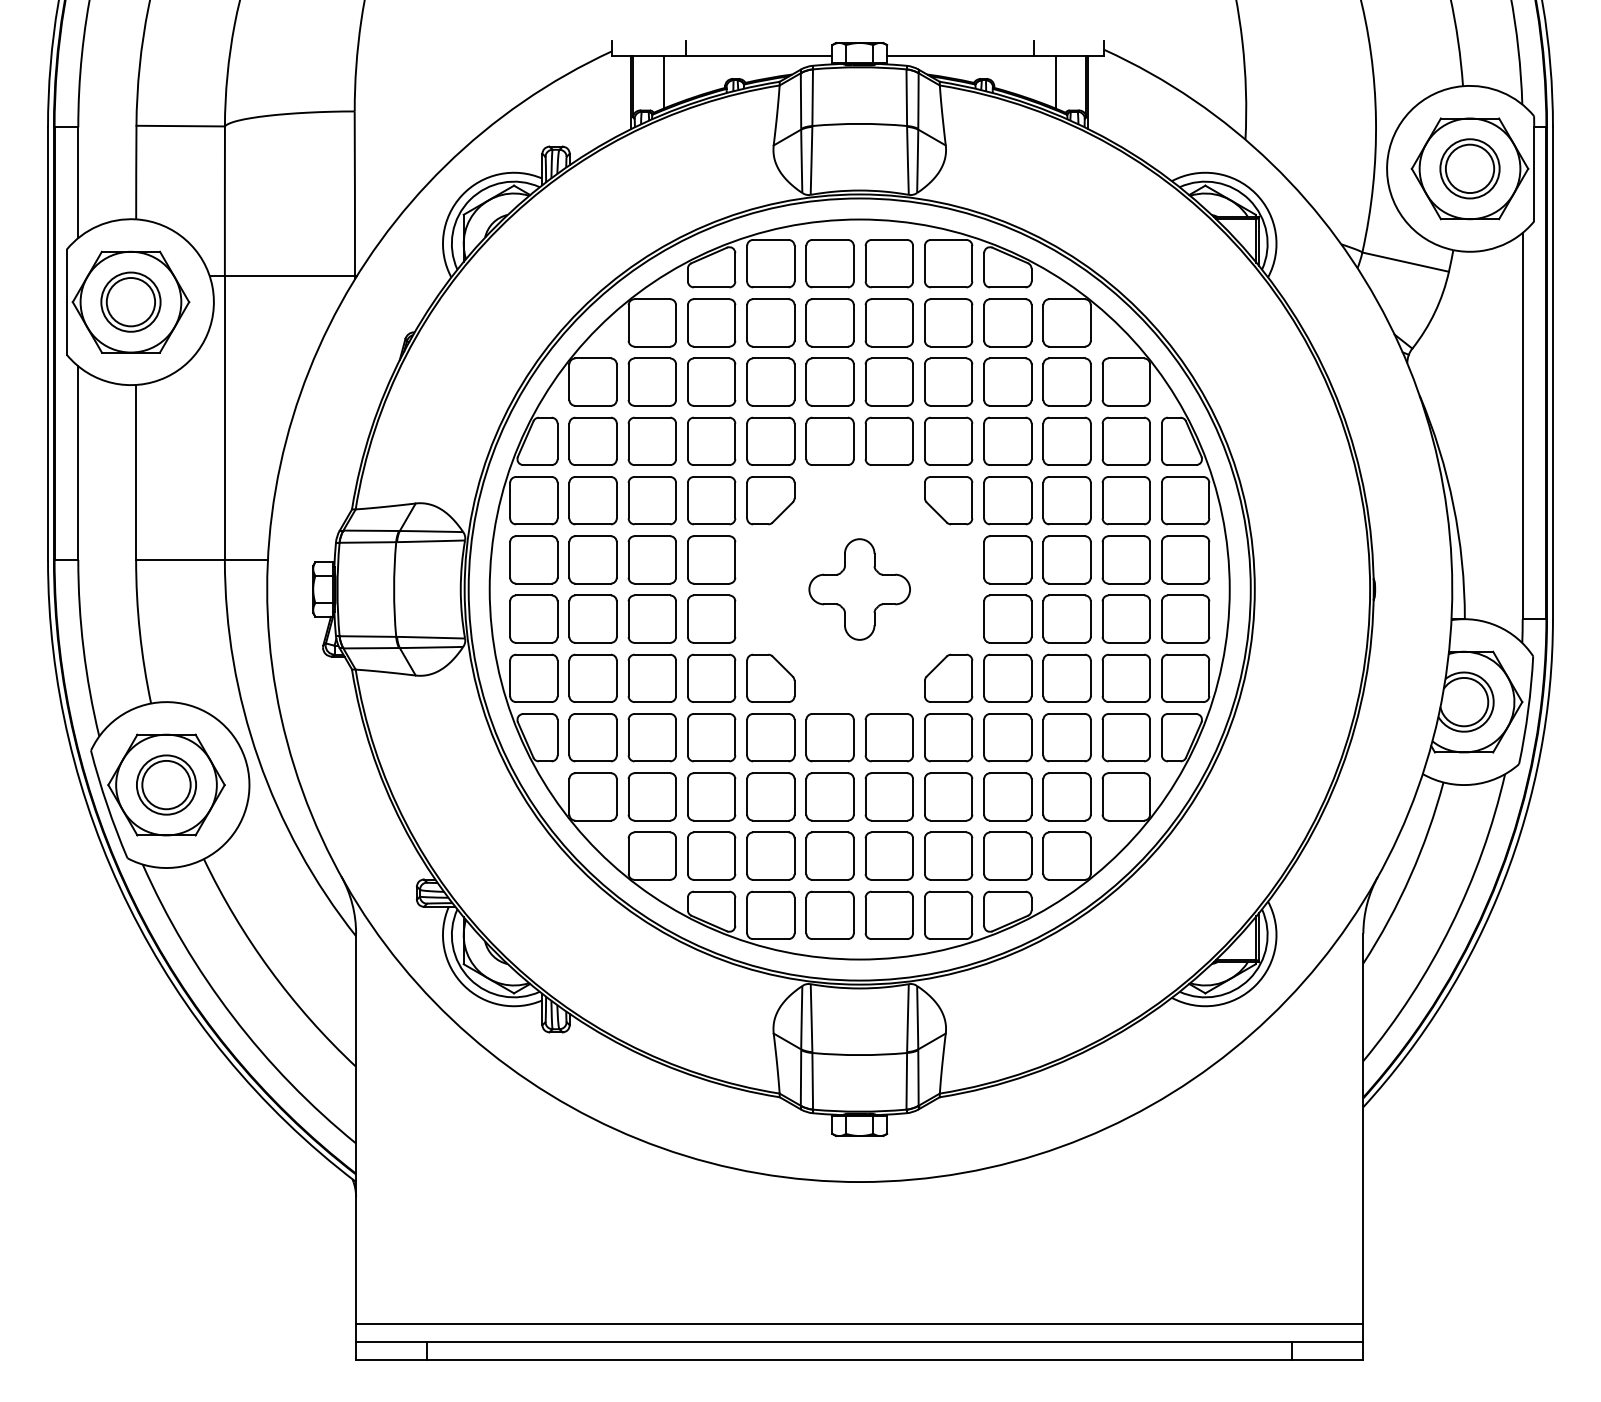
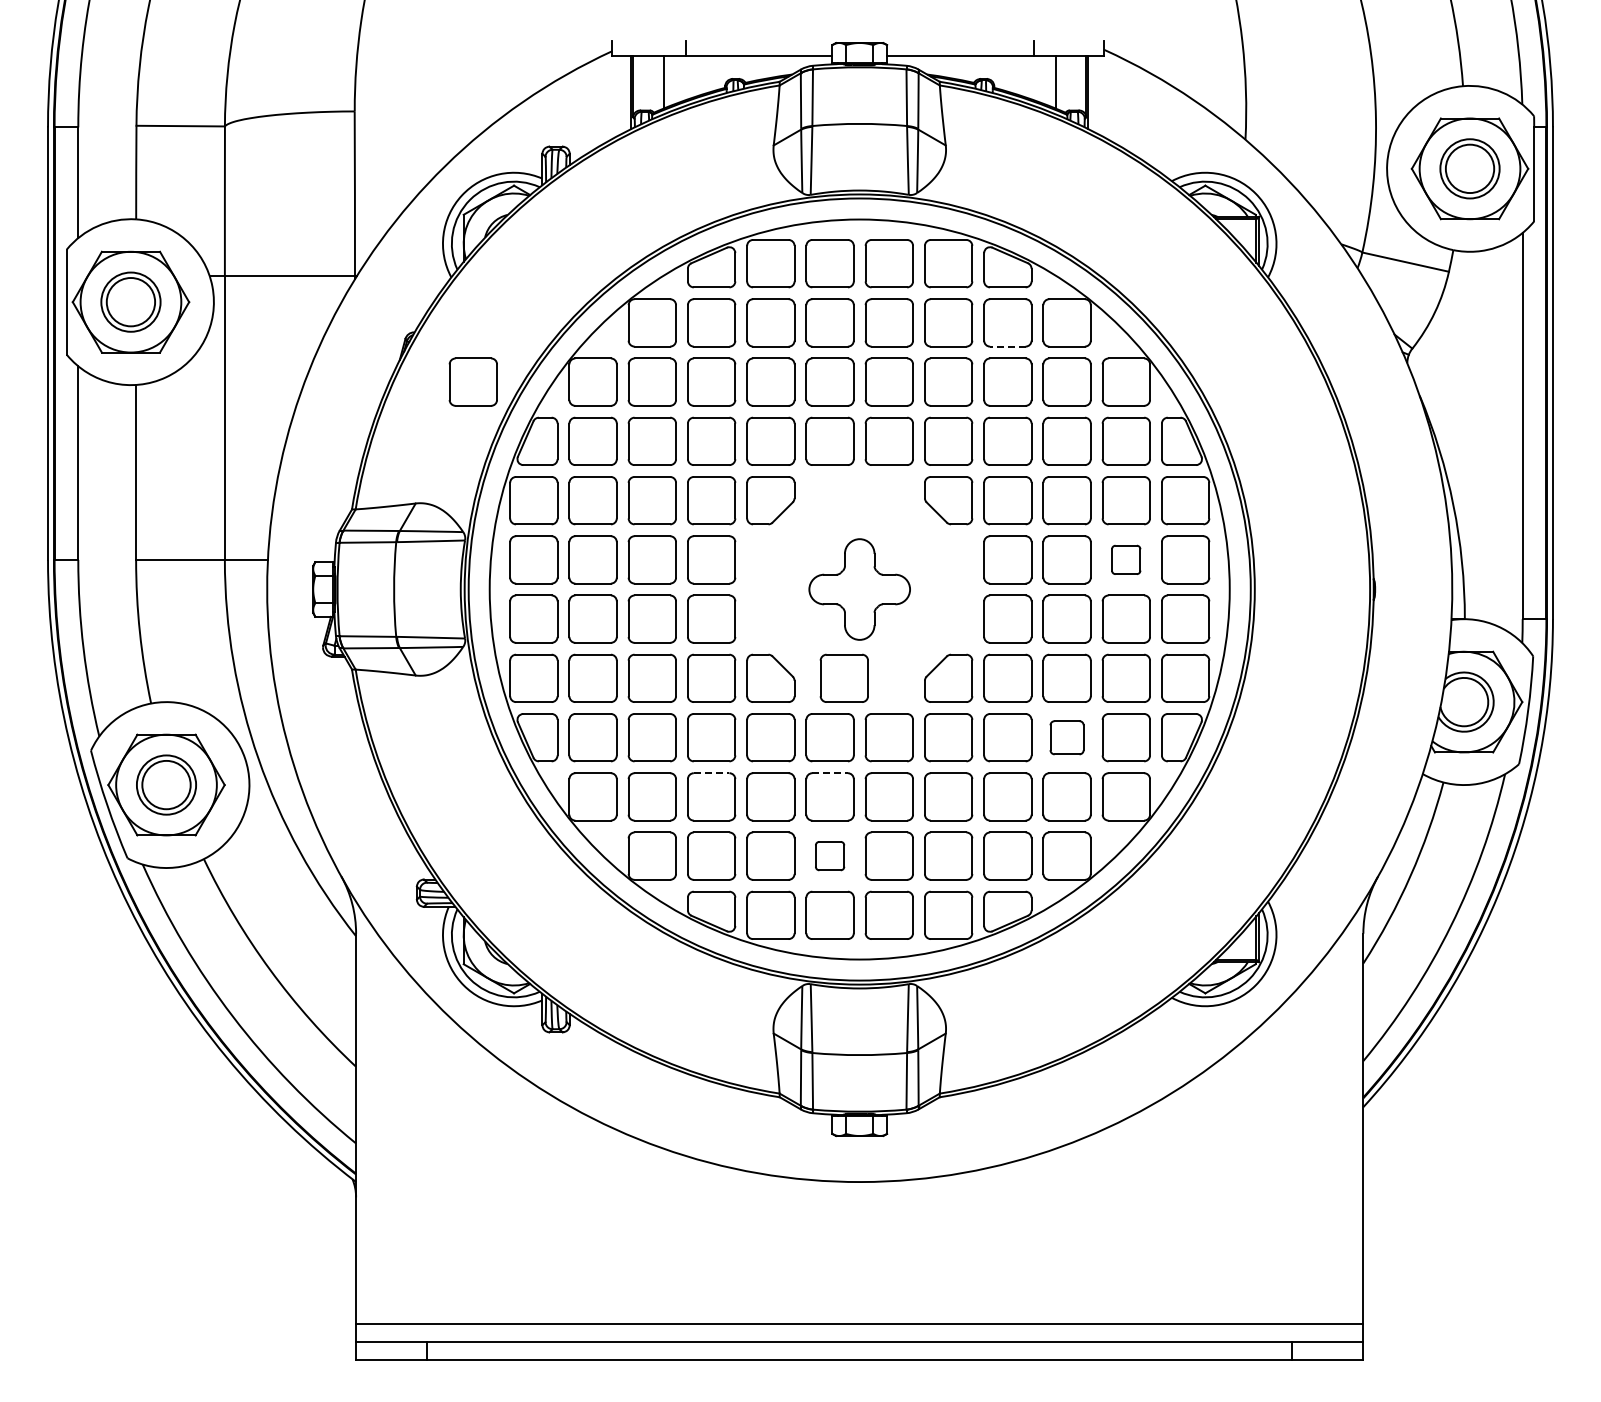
line at (1007, 346): solid -> dashed
part at (472, 381): none -> present
part at (1125, 559) size: 50x50 px -> 31x31 px
part at (843, 677): none -> present
part at (1066, 737) size: 50x50 px -> 36x36 px
line at (711, 773): solid -> dashed
line at (830, 773): solid -> dashed
part at (829, 855) size: 50x50 px -> 31x31 px
